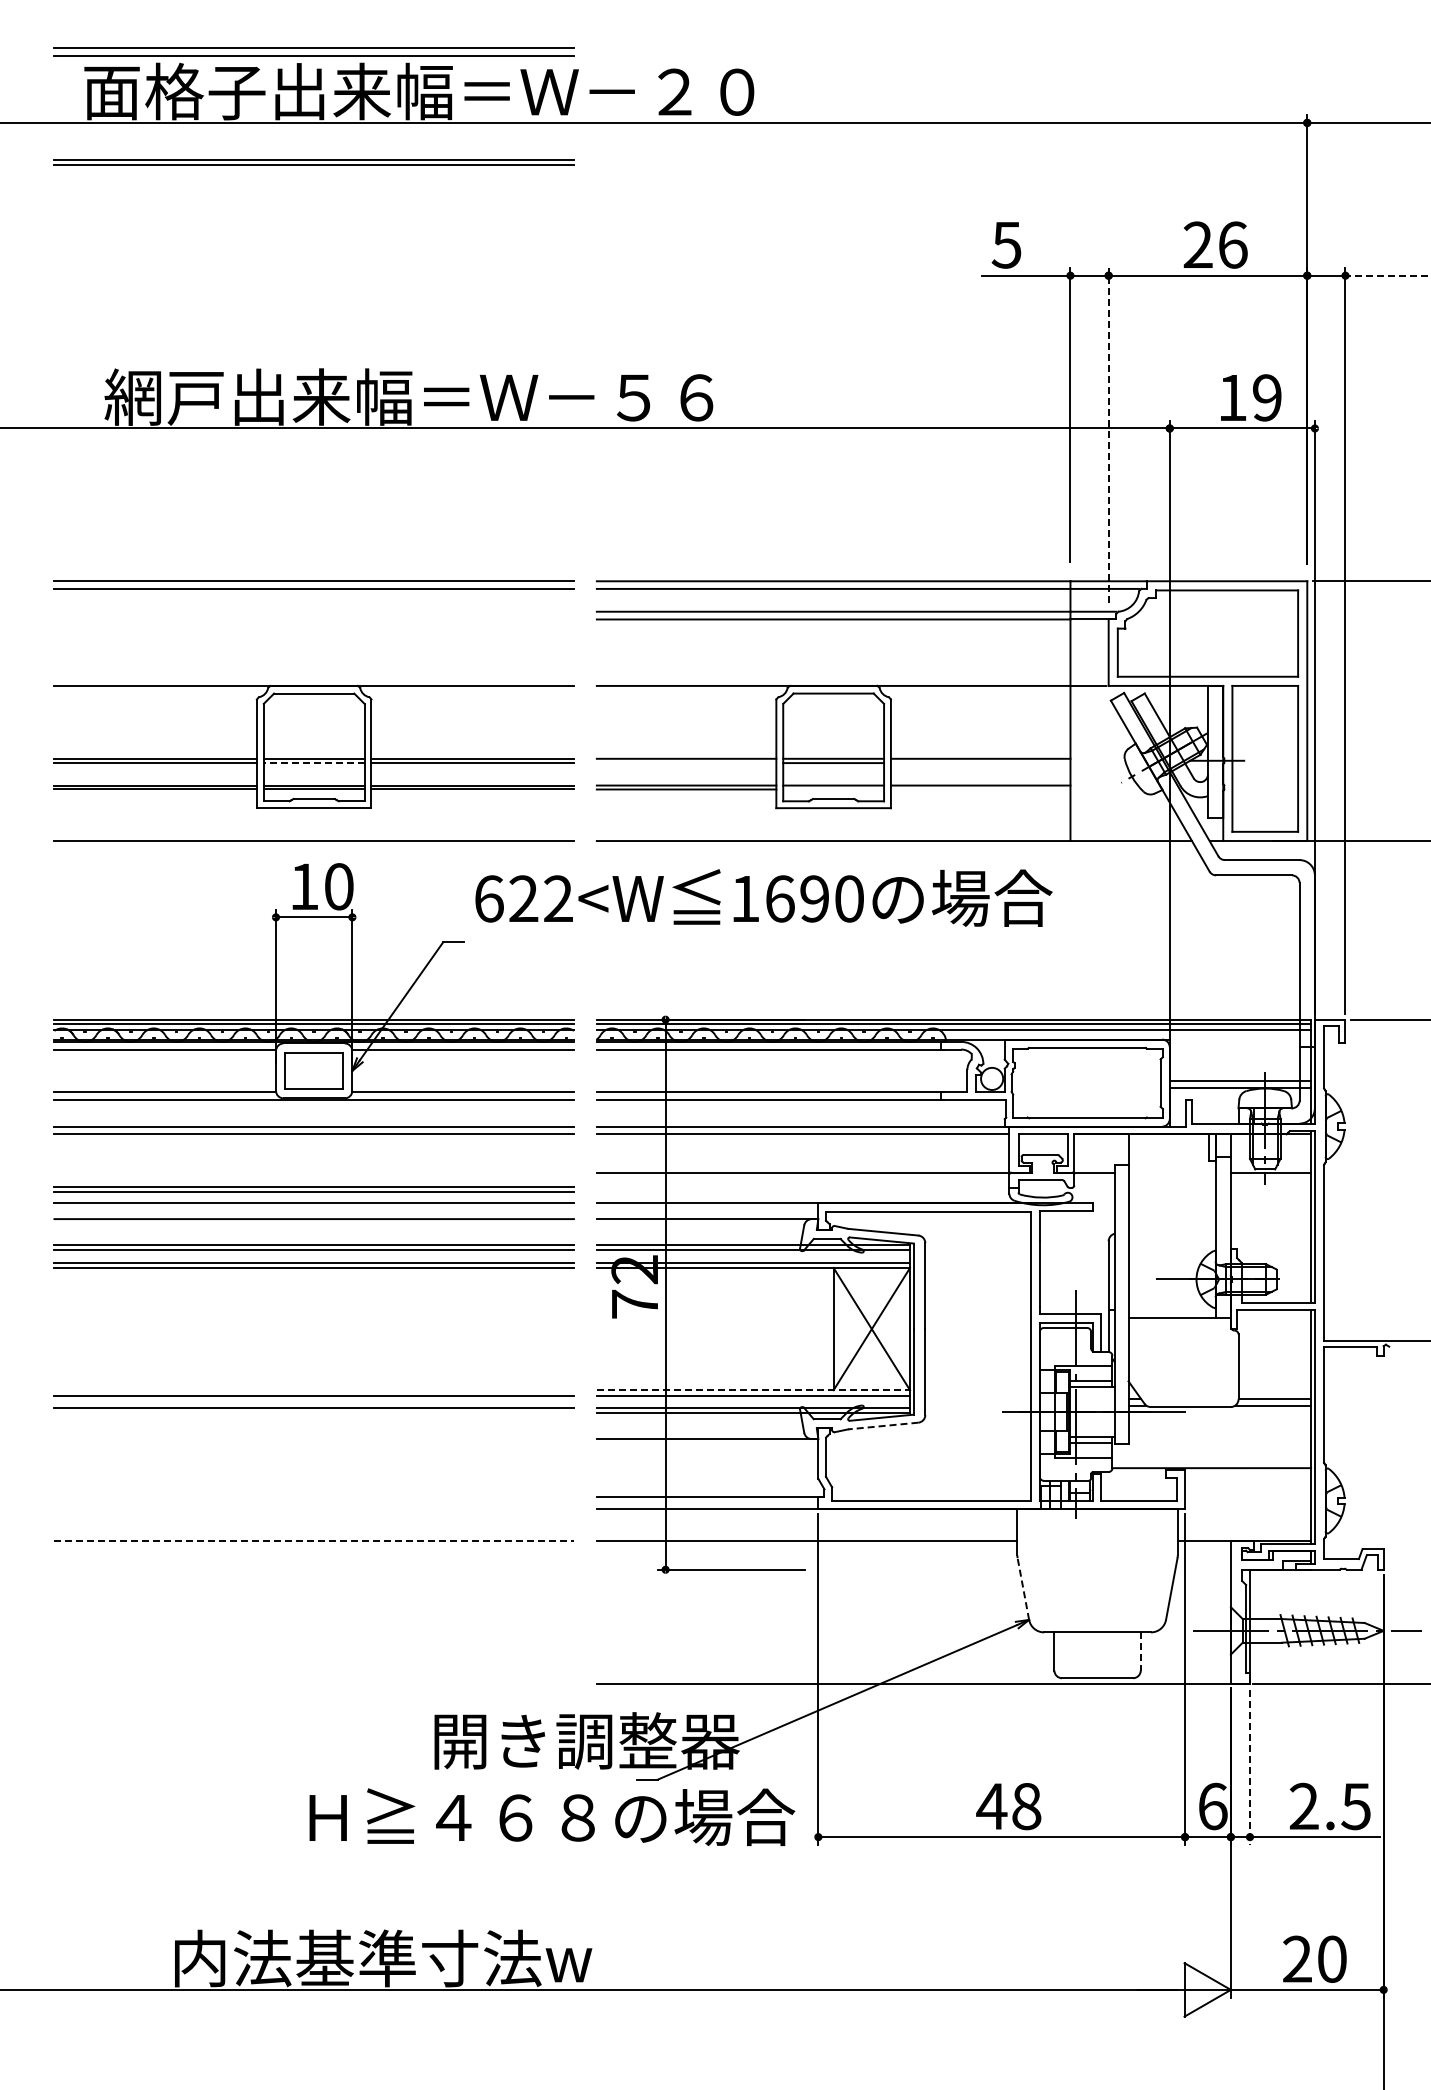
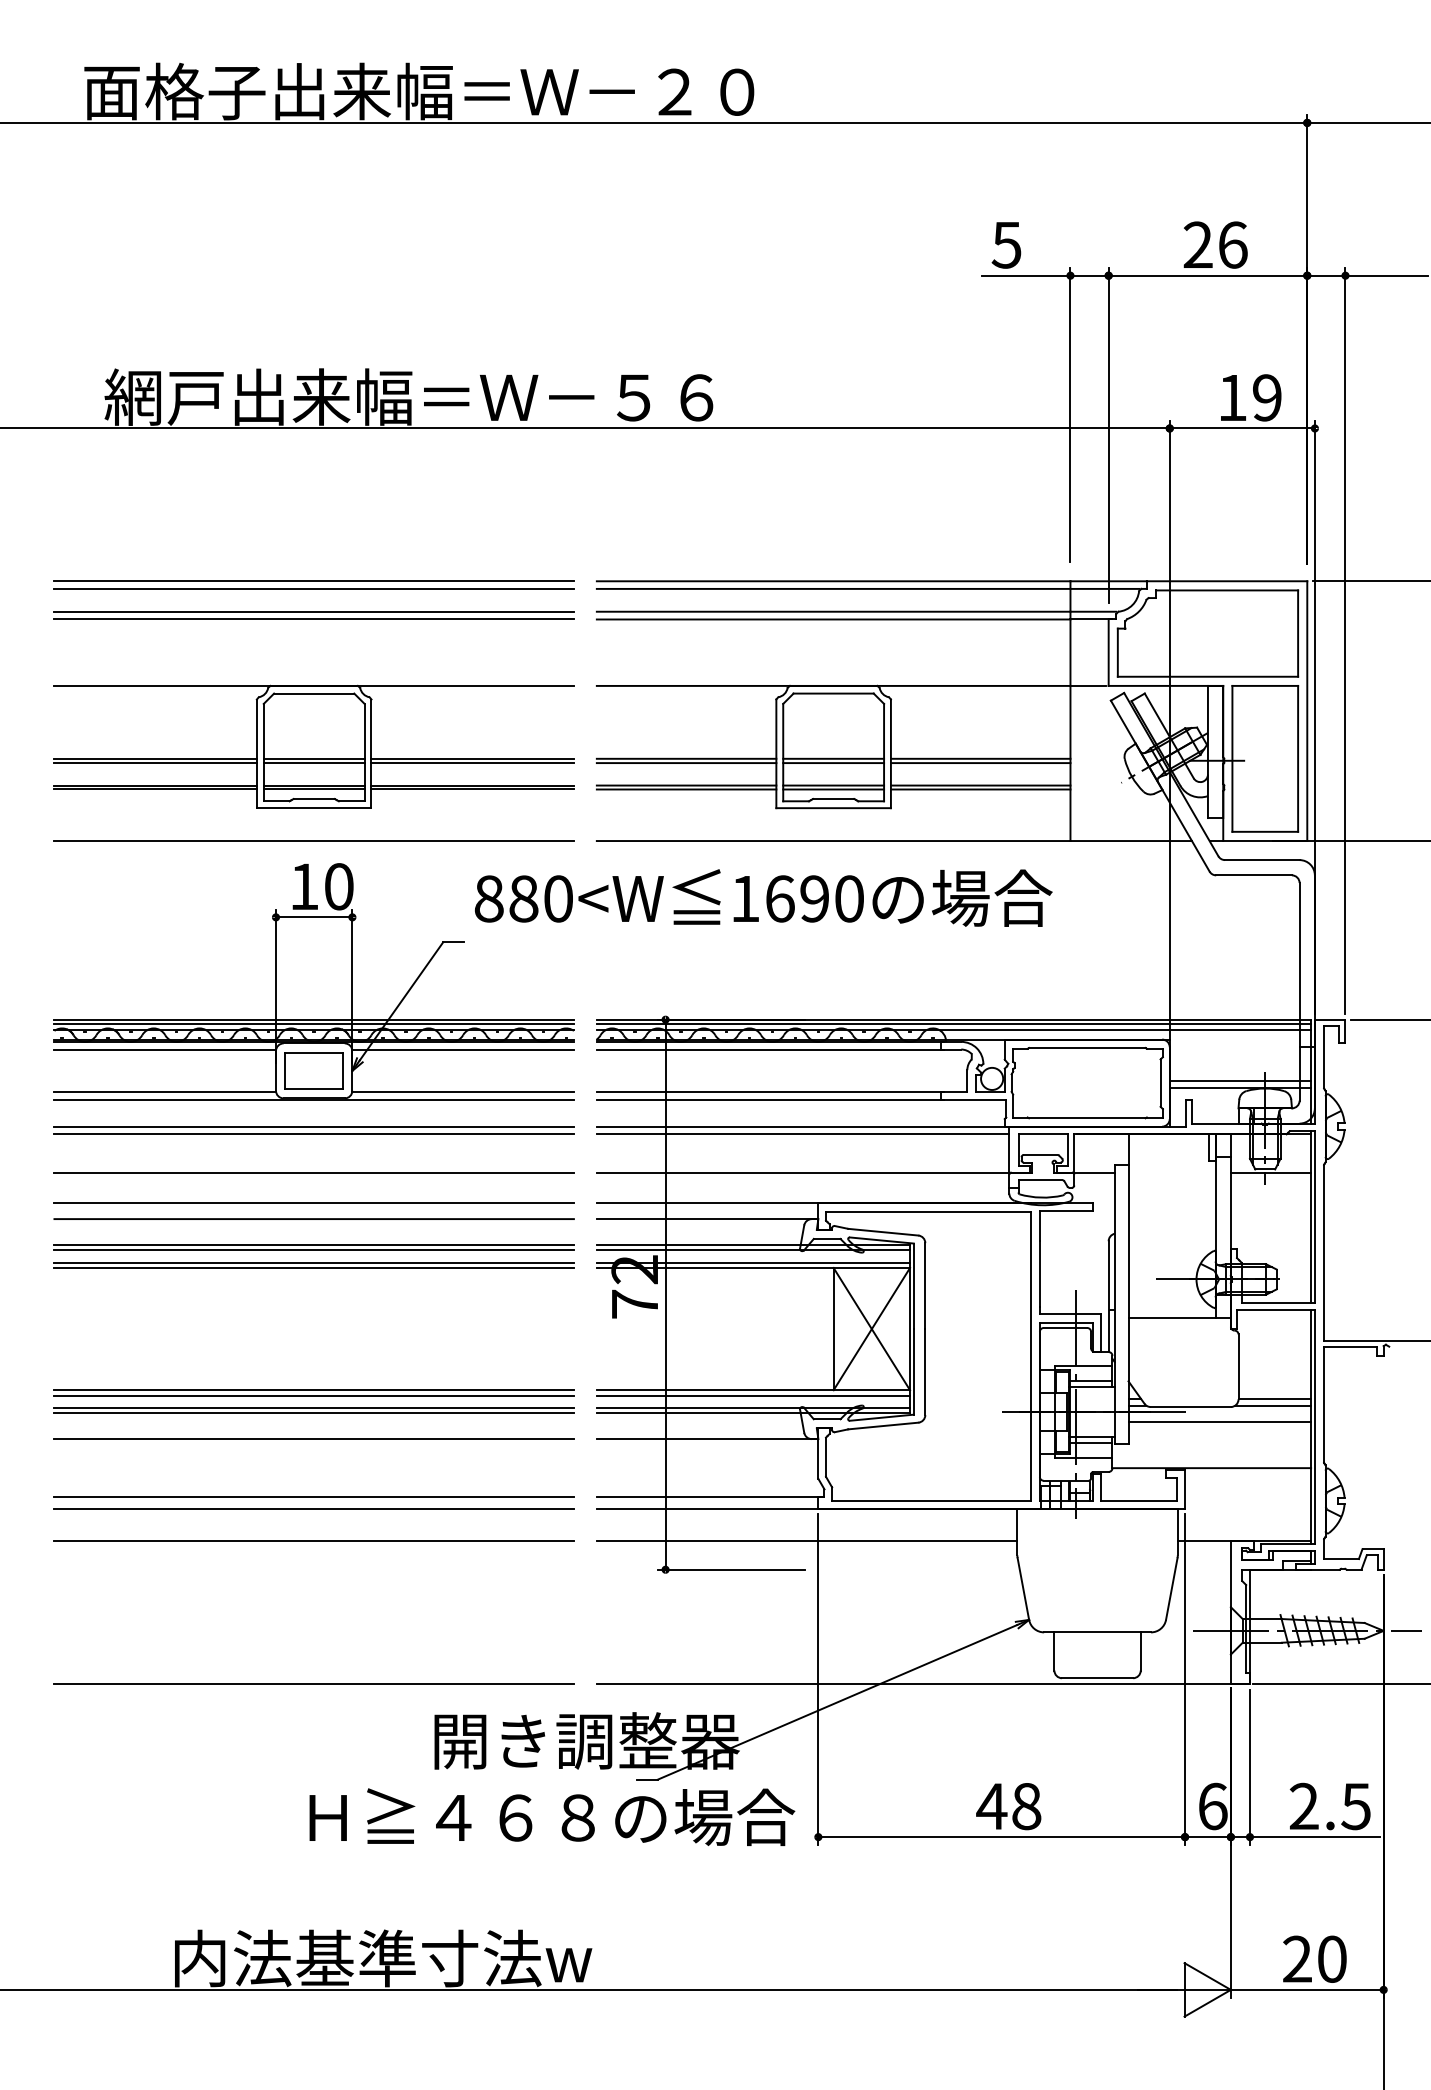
part at (313, 51): present -> none
part at (313, 162): present -> none
line at (1386, 275): dashed -> solid
line at (1108, 434): dashed -> solid
line at (313, 611): none -> present
line at (313, 619): none -> present
line at (313, 763): dashed -> solid
line at (686, 763): none -> present
line at (980, 763): none -> present
line at (833, 789): none -> present
line at (980, 789): none -> present
text at (523, 898): 622<W -> 880<W
line at (313, 1172): none -> present
part at (313, 1189): present -> none
line at (313, 1390): none -> present
line at (753, 1390): dashed -> solid
line at (313, 1413): none -> present
line at (1219, 1422): none -> present
line at (882, 1426): dashed -> solid
line at (313, 1439): none -> present
line at (313, 1497): none -> present
line at (313, 1508): none -> present
line at (314, 1540): dashed -> solid
line at (1023, 1588): dashed -> solid
line at (1140, 1651): dashed -> solid
line at (313, 1683): none -> present
line at (1249, 1767): dashed -> solid
